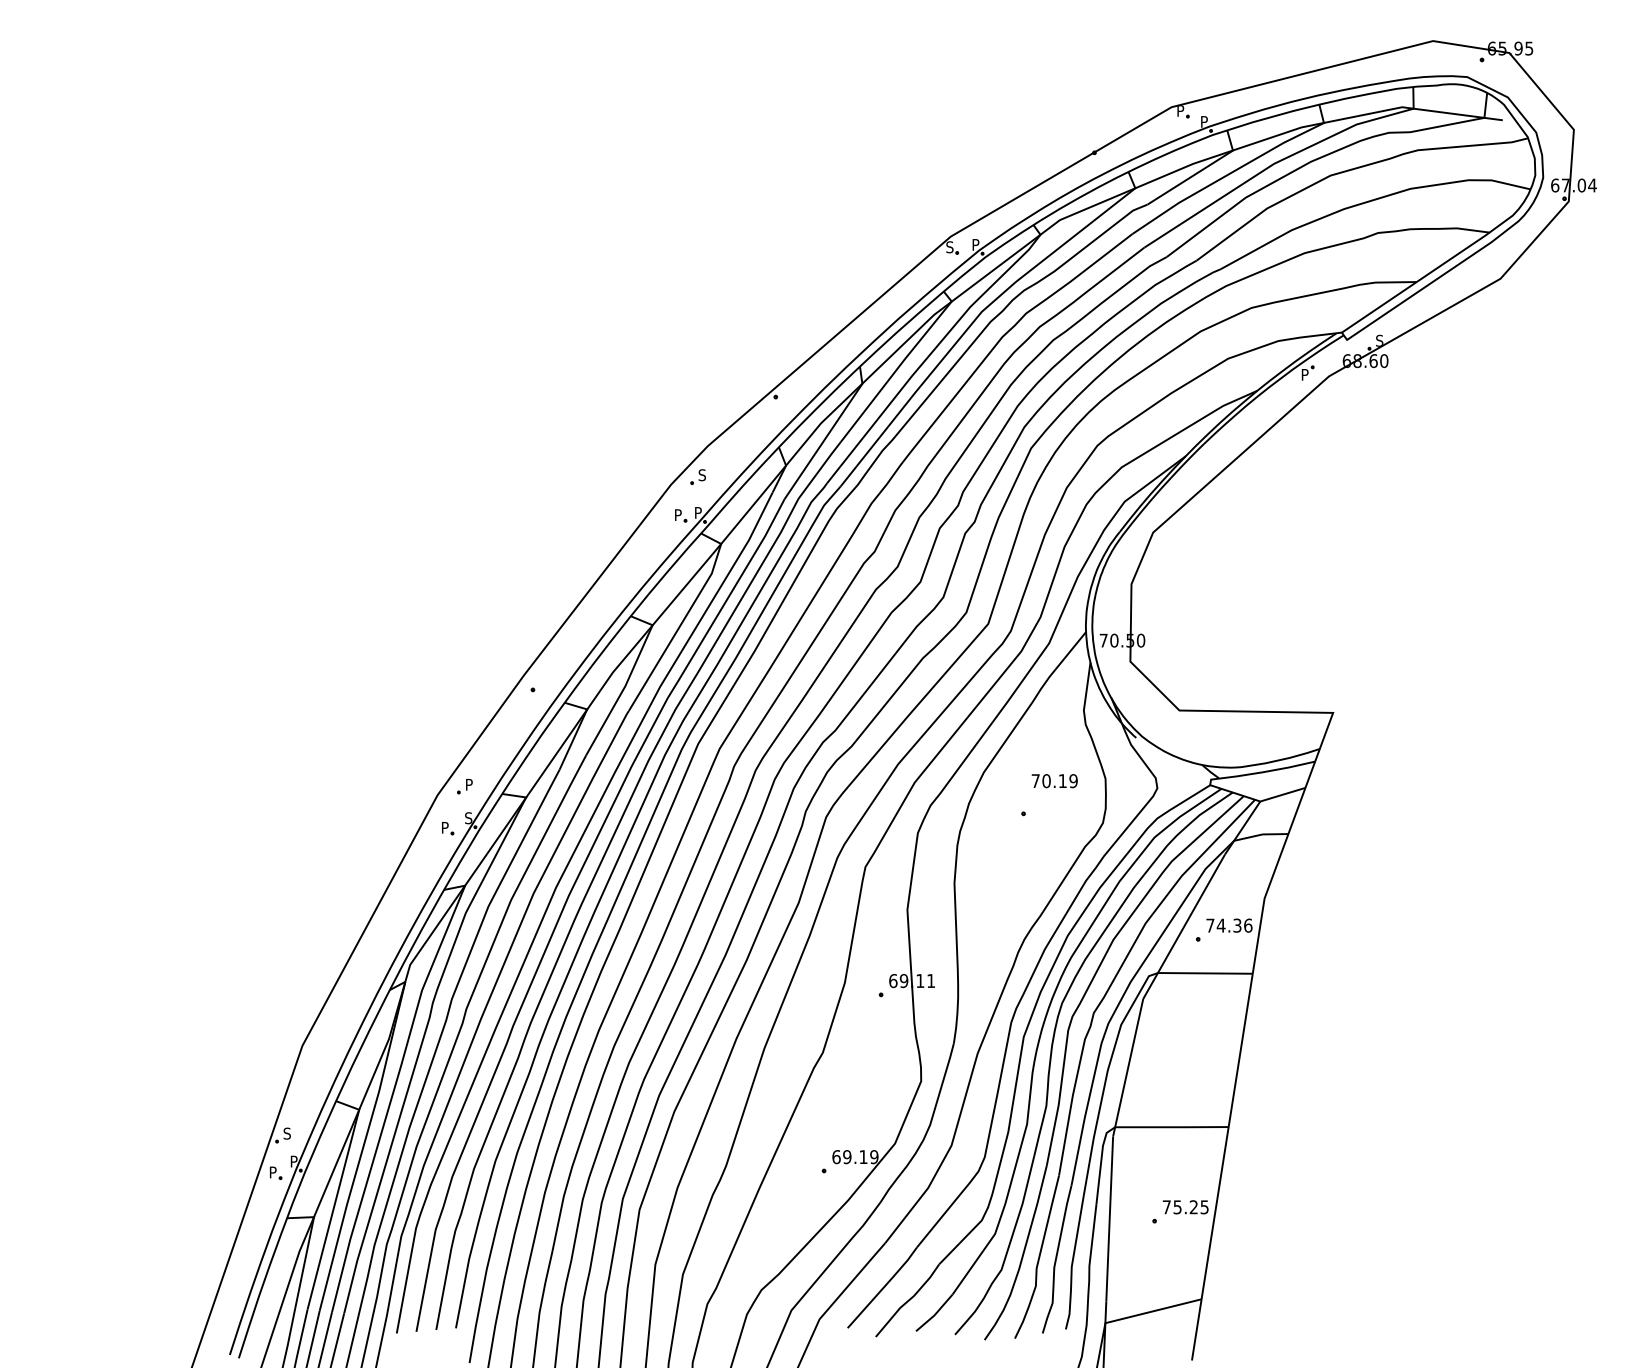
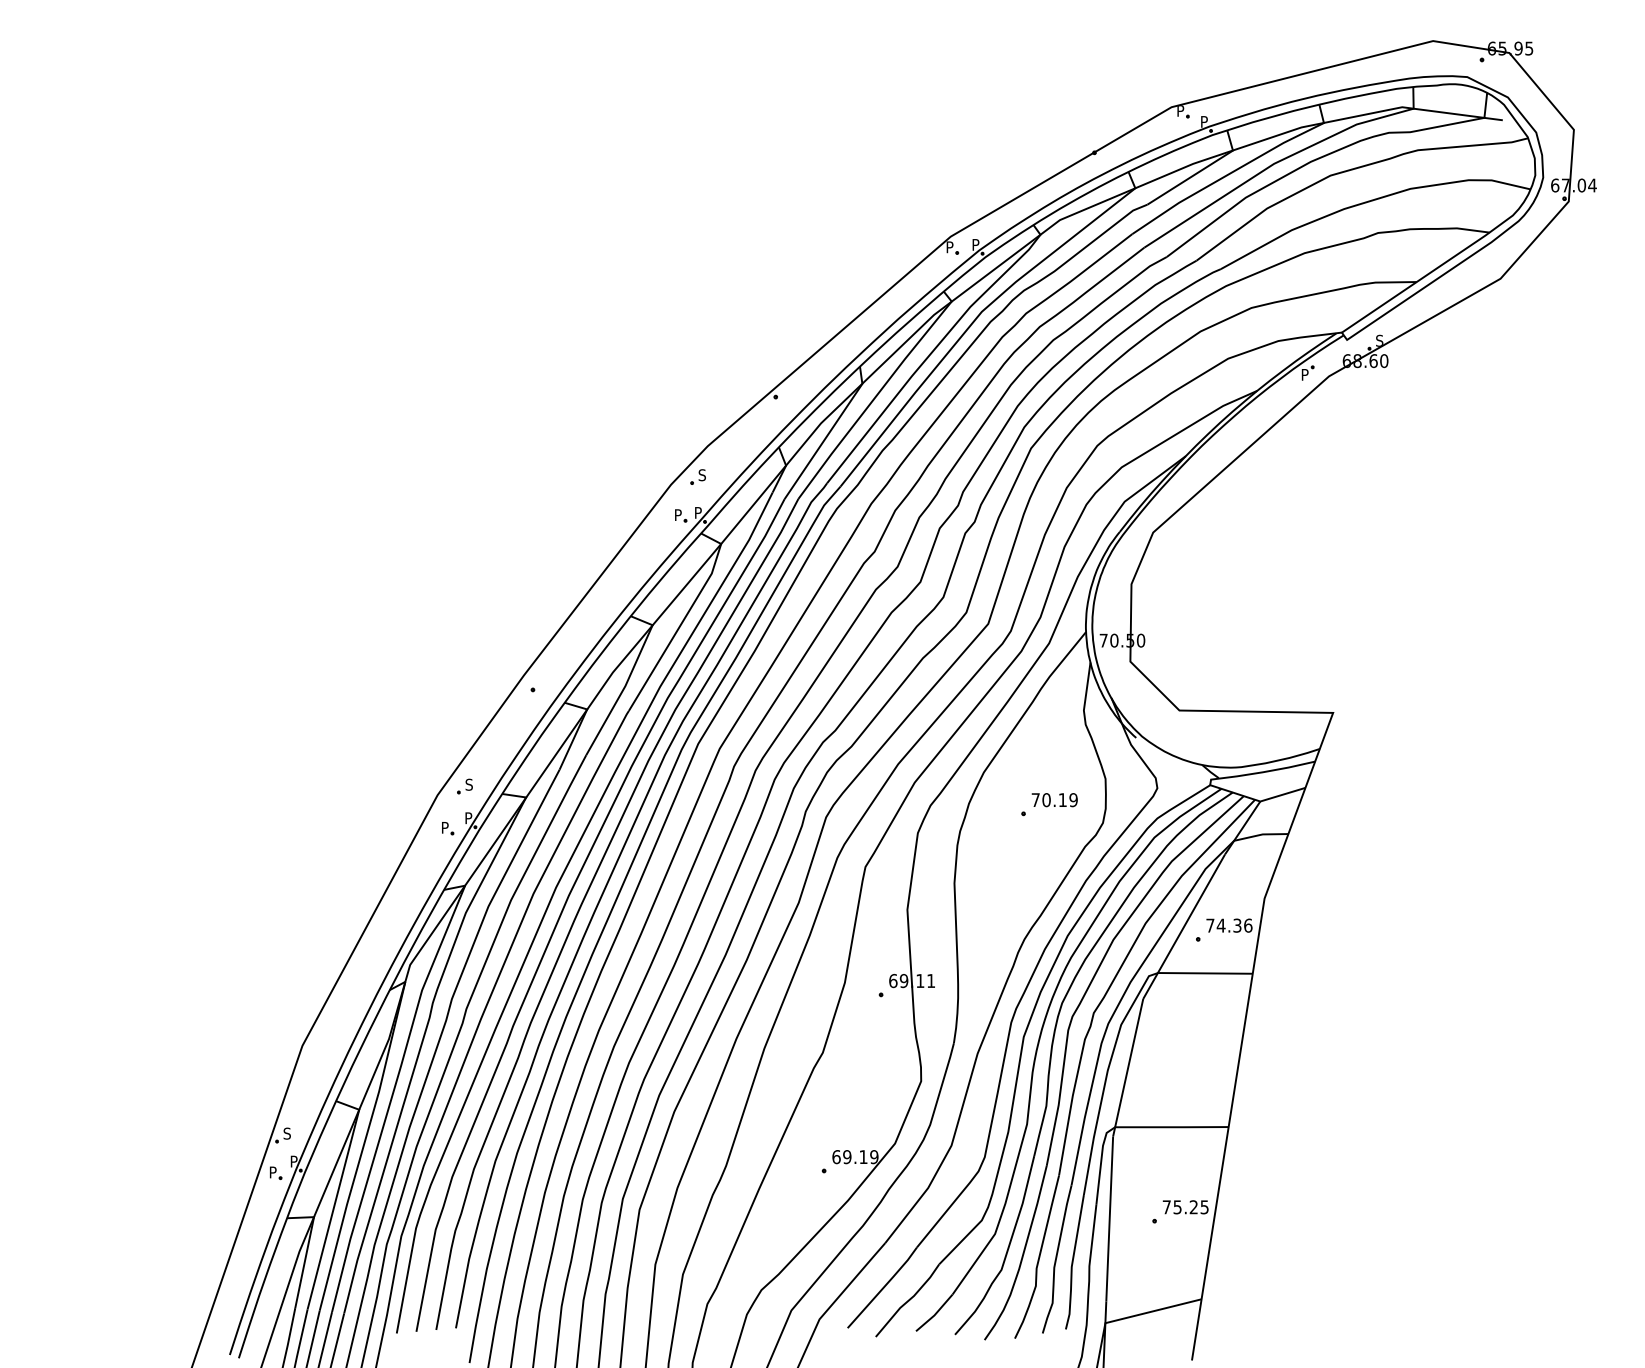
text at (949, 247): S -> P
text at (1054, 781) position: (1054, 781) -> (1054, 800)
text at (468, 784): P -> S
text at (468, 818): S -> P
